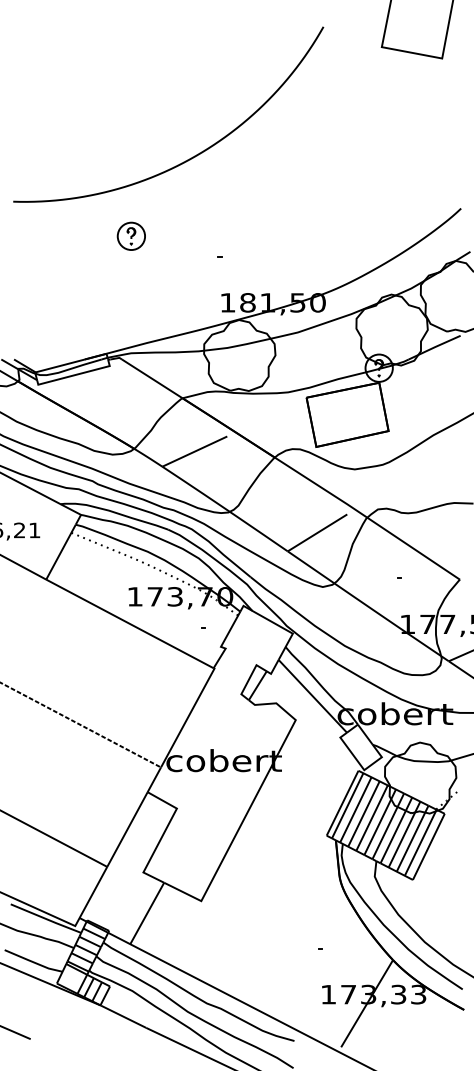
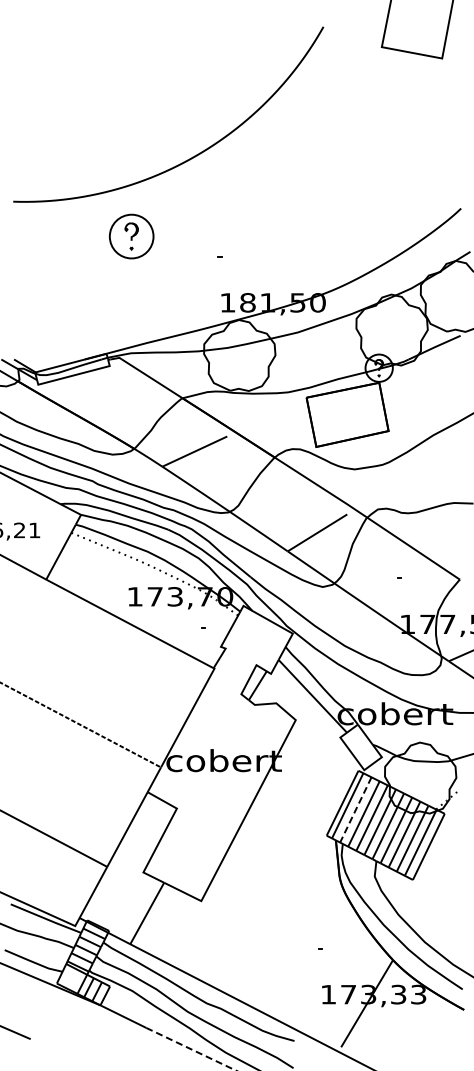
part at (130, 235) size: 30x30 px -> 46x47 px
line at (355, 810): solid -> dashed
line at (191, 1049): solid -> dashed
